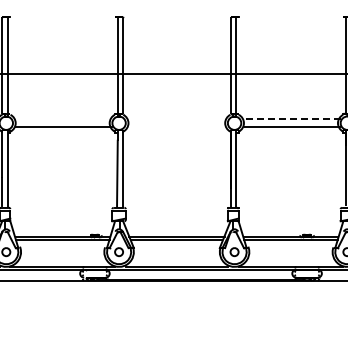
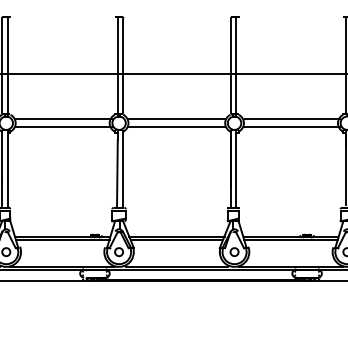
line at (63, 119): none -> present
line at (176, 119): none -> present
line at (292, 119): dashed -> solid
line at (176, 127): none -> present
